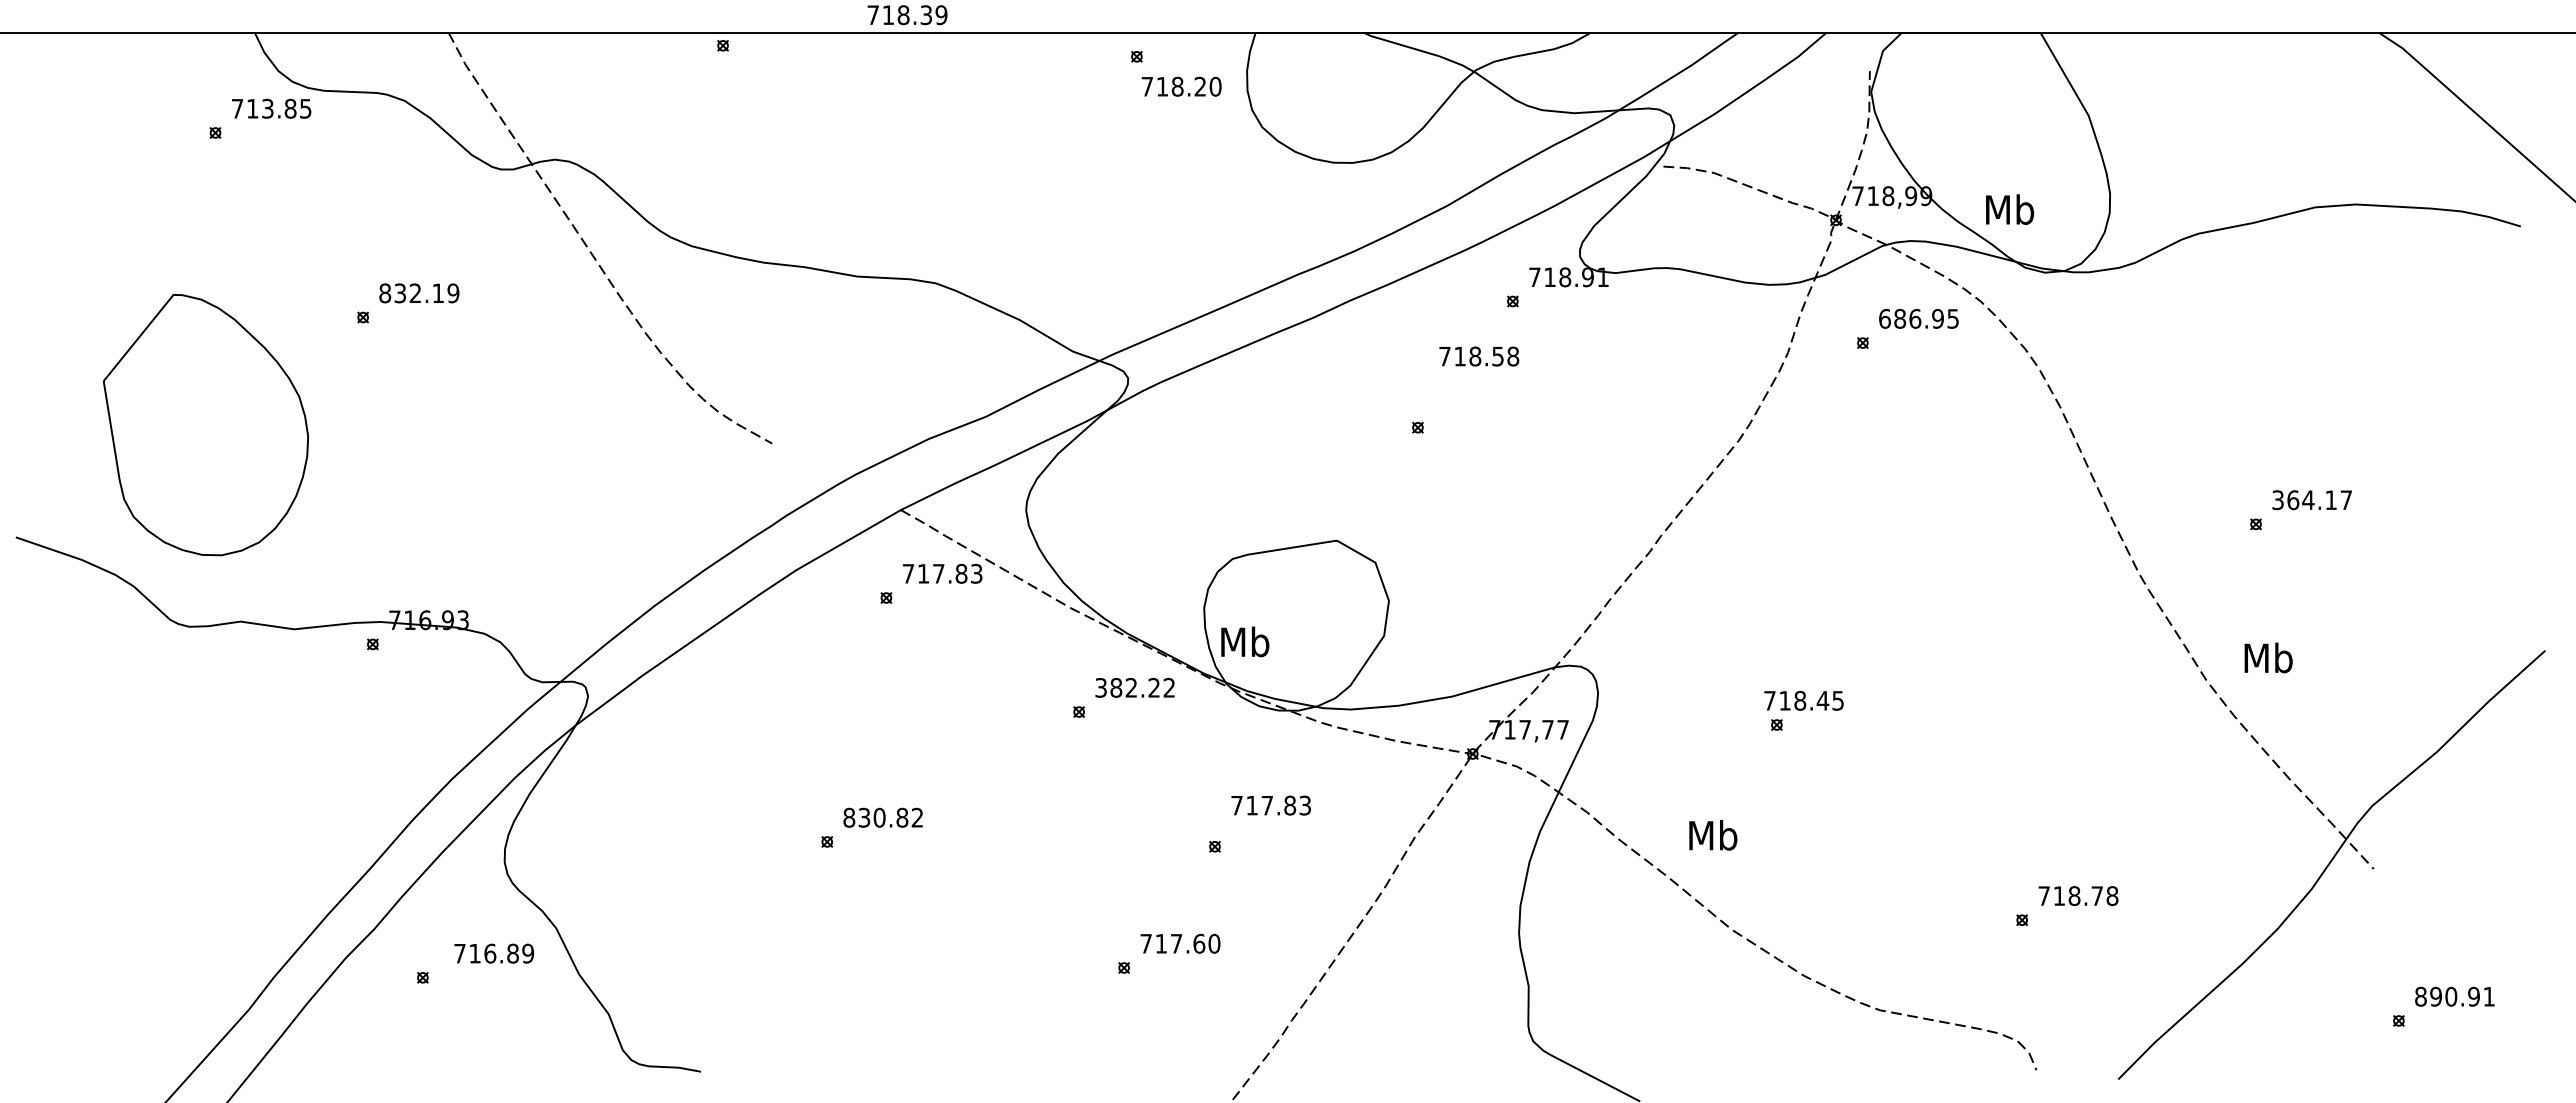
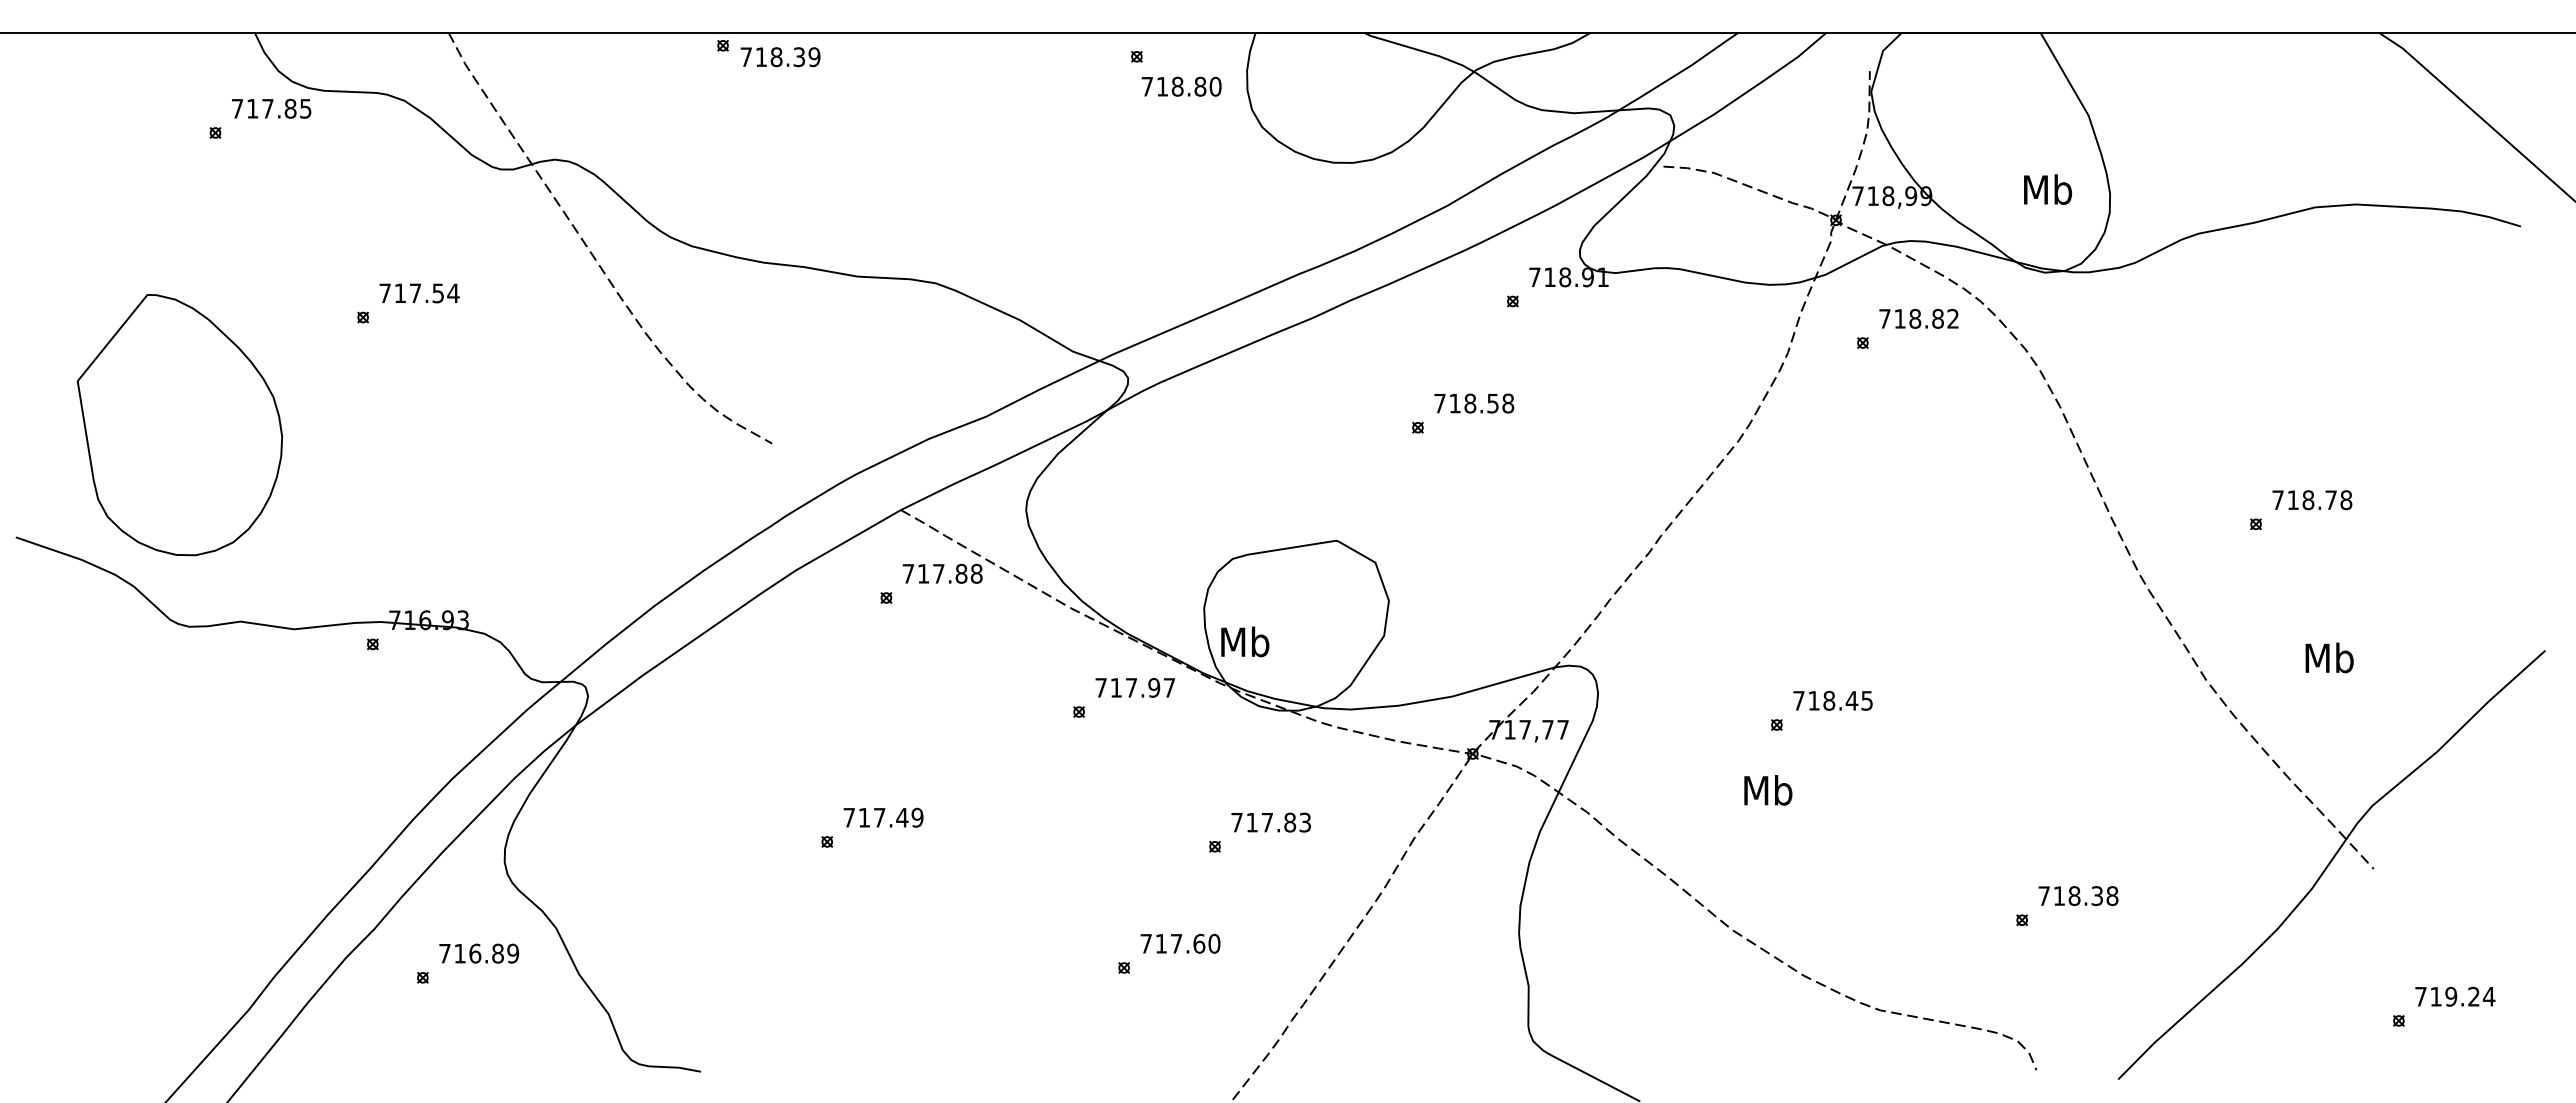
text at (907, 15) position: (907, 15) -> (780, 57)
text at (1200, 86): 718.20 -> 718.80
text at (267, 108): 713.85 -> 717.85
text at (2010, 209) position: (2010, 209) -> (2048, 189)
text at (419, 293): 832.19 -> 717.54
text at (1918, 318): 686.95 -> 718.82
text at (1479, 356) position: (1479, 356) -> (1474, 403)
part at (205, 425) position: (205, 425) -> (179, 425)
text at (2312, 500): 364.17 -> 718.78
text at (976, 573): 717.83 -> 717.88
text at (2268, 657) position: (2268, 657) -> (2329, 657)
text at (1134, 687): 382.22 -> 717.97
text at (1803, 700) position: (1803, 700) -> (1832, 700)
text at (1270, 805) position: (1270, 805) -> (1270, 822)
text at (883, 817): 830.82 -> 717.49
text at (1713, 835) position: (1713, 835) -> (1768, 790)
text at (2096, 896): 718.78 -> 718.38
text at (494, 953) position: (494, 953) -> (479, 953)
text at (2455, 996): 890.91 -> 719.24
